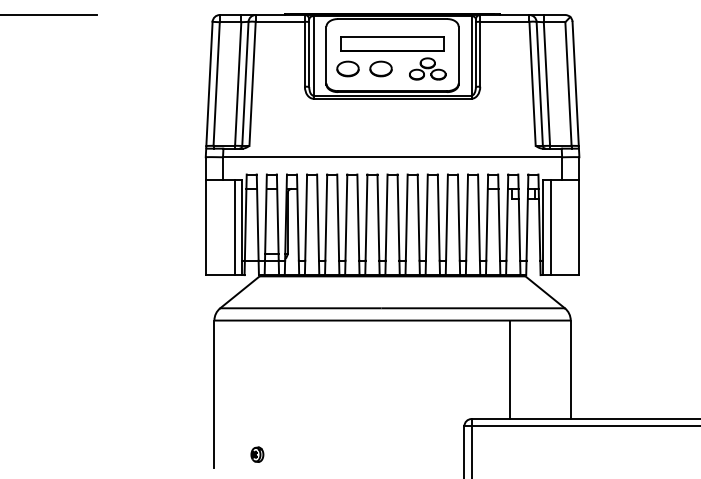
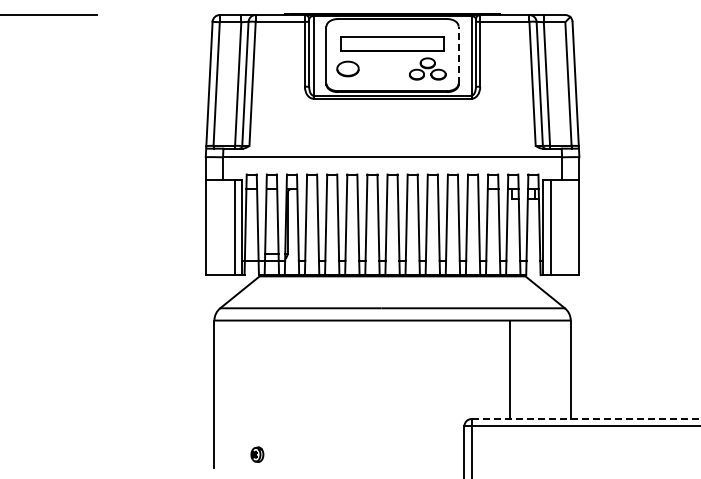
line at (458, 54): solid -> dashed
part at (380, 68): present -> none
line at (586, 419): solid -> dashed
